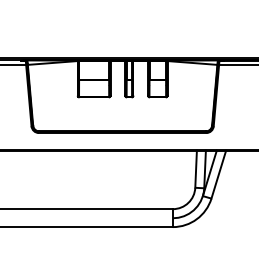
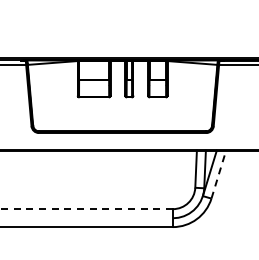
line at (218, 174): solid -> dashed
line at (86, 209): solid -> dashed
